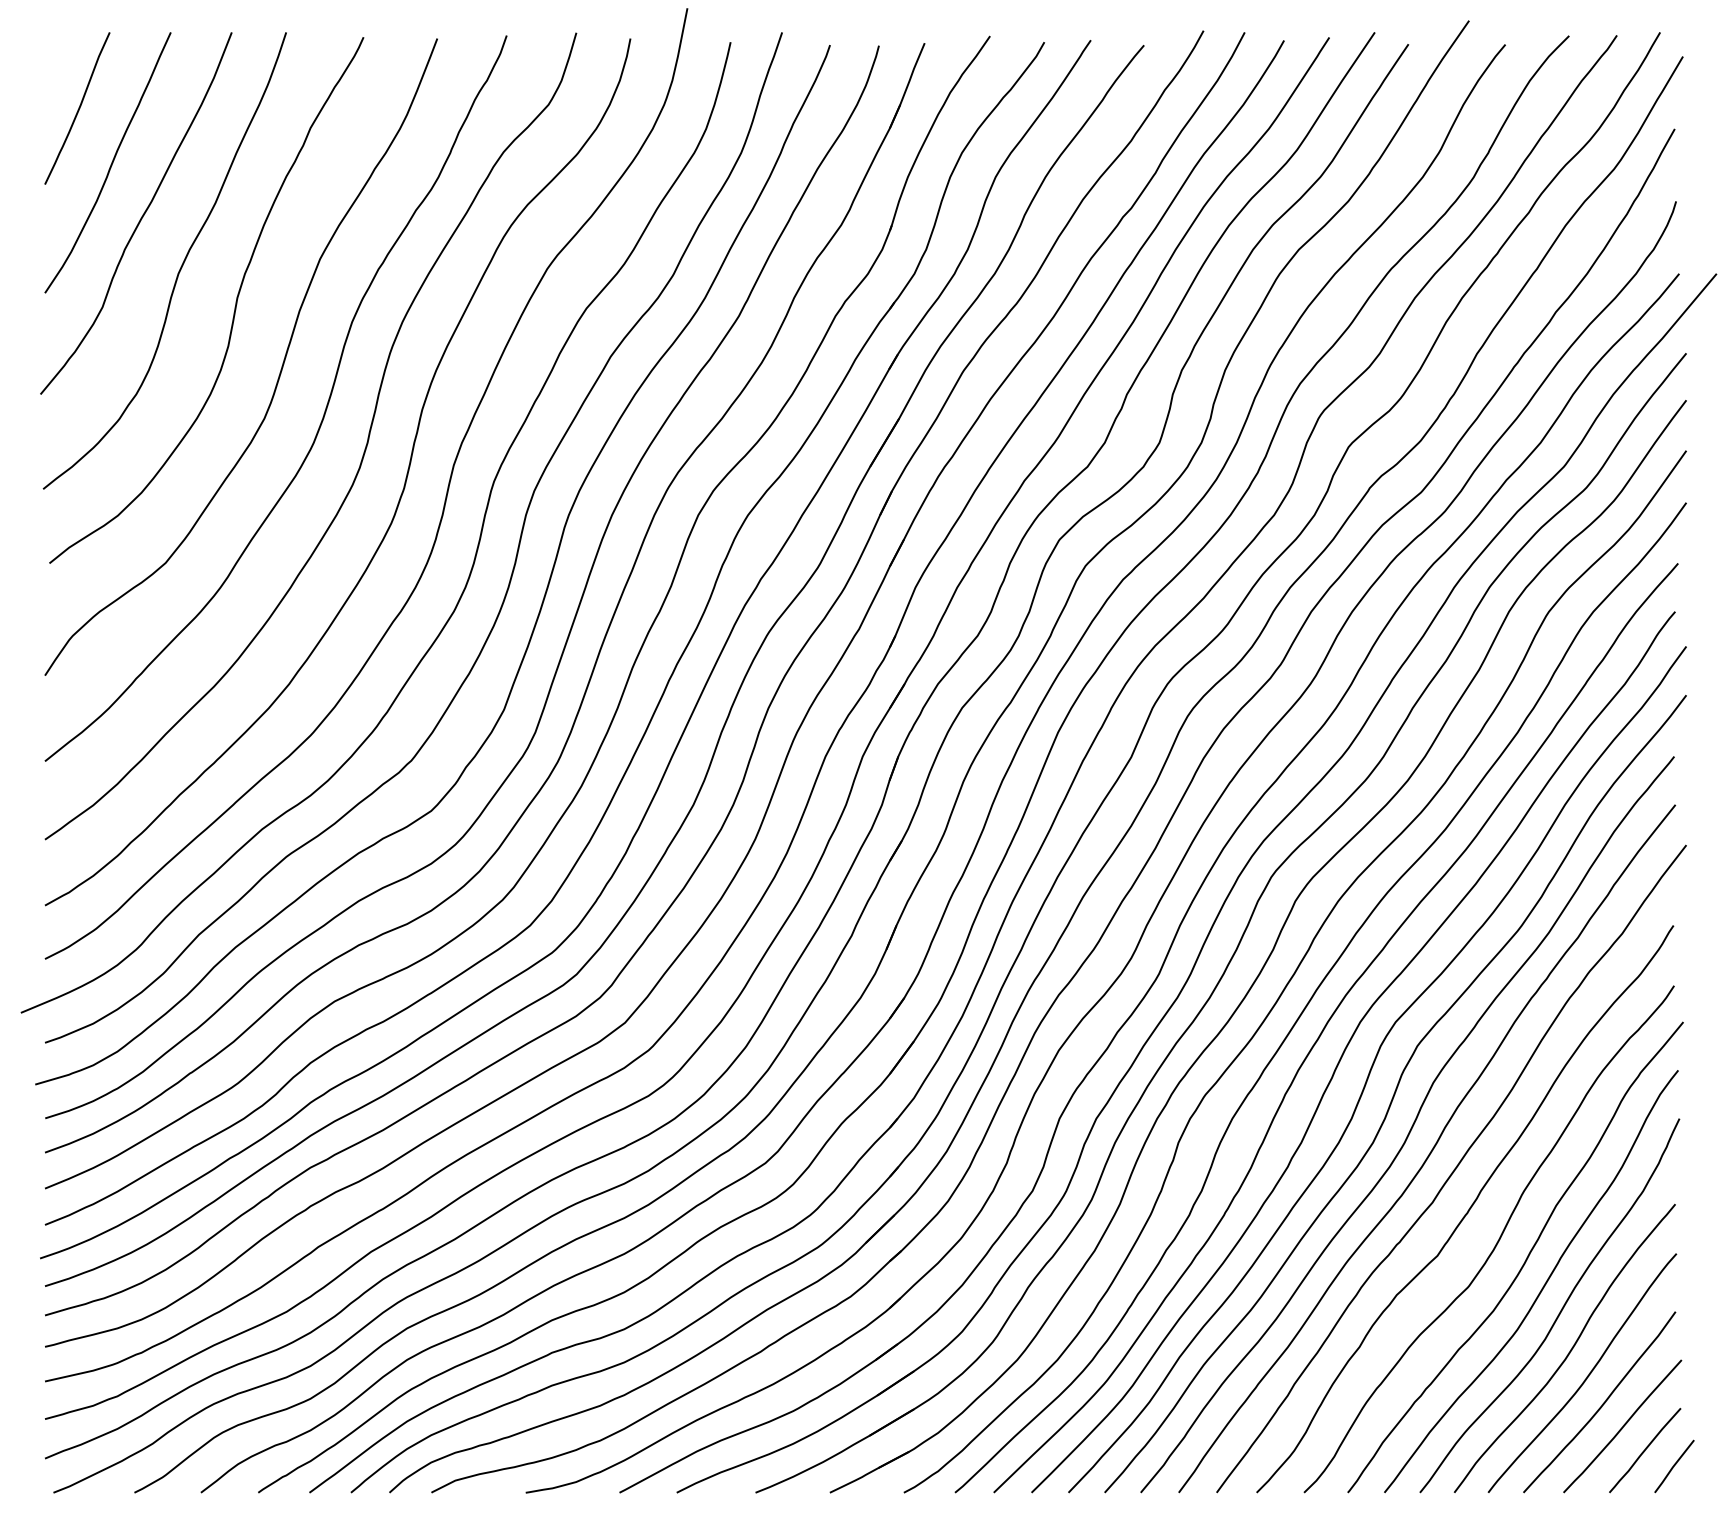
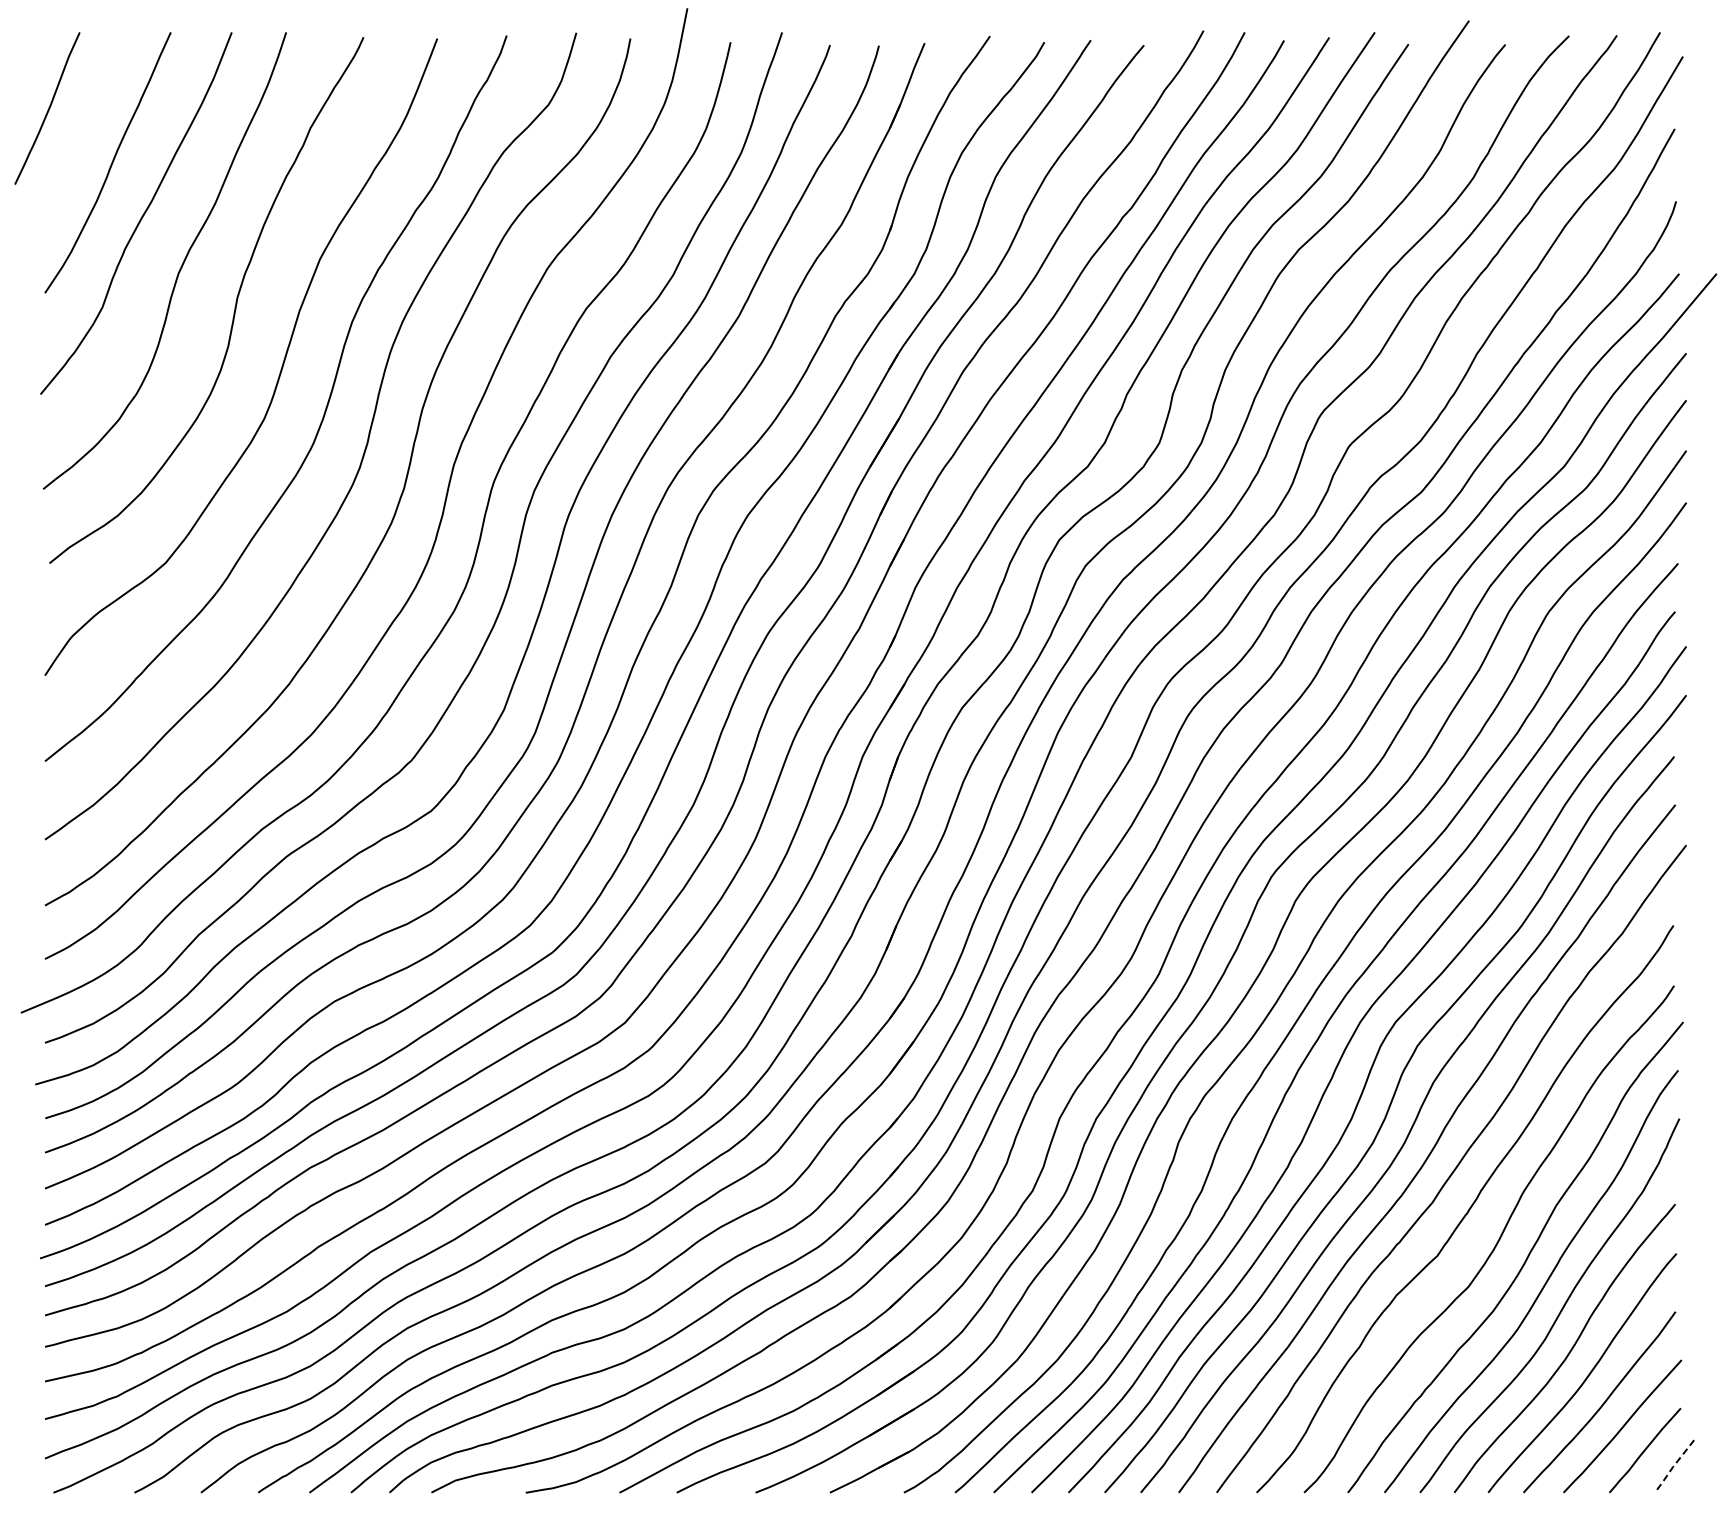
curve at (78, 108) position: (78, 108) -> (48, 108)
line at (1672, 1467): solid -> dashed
